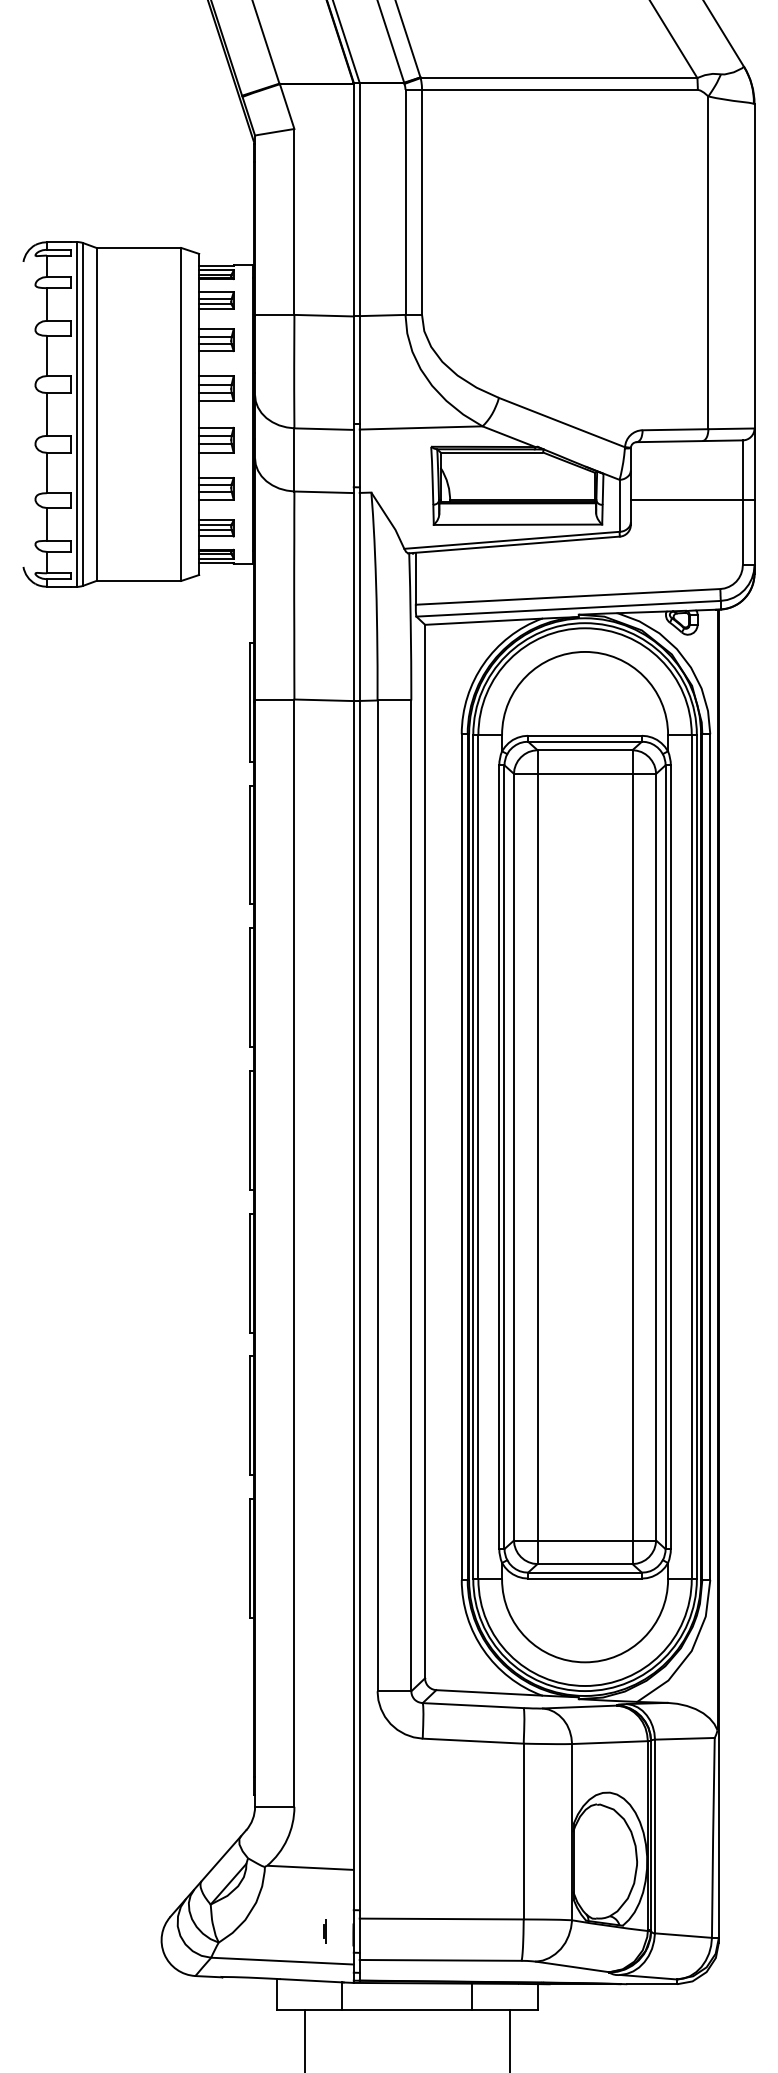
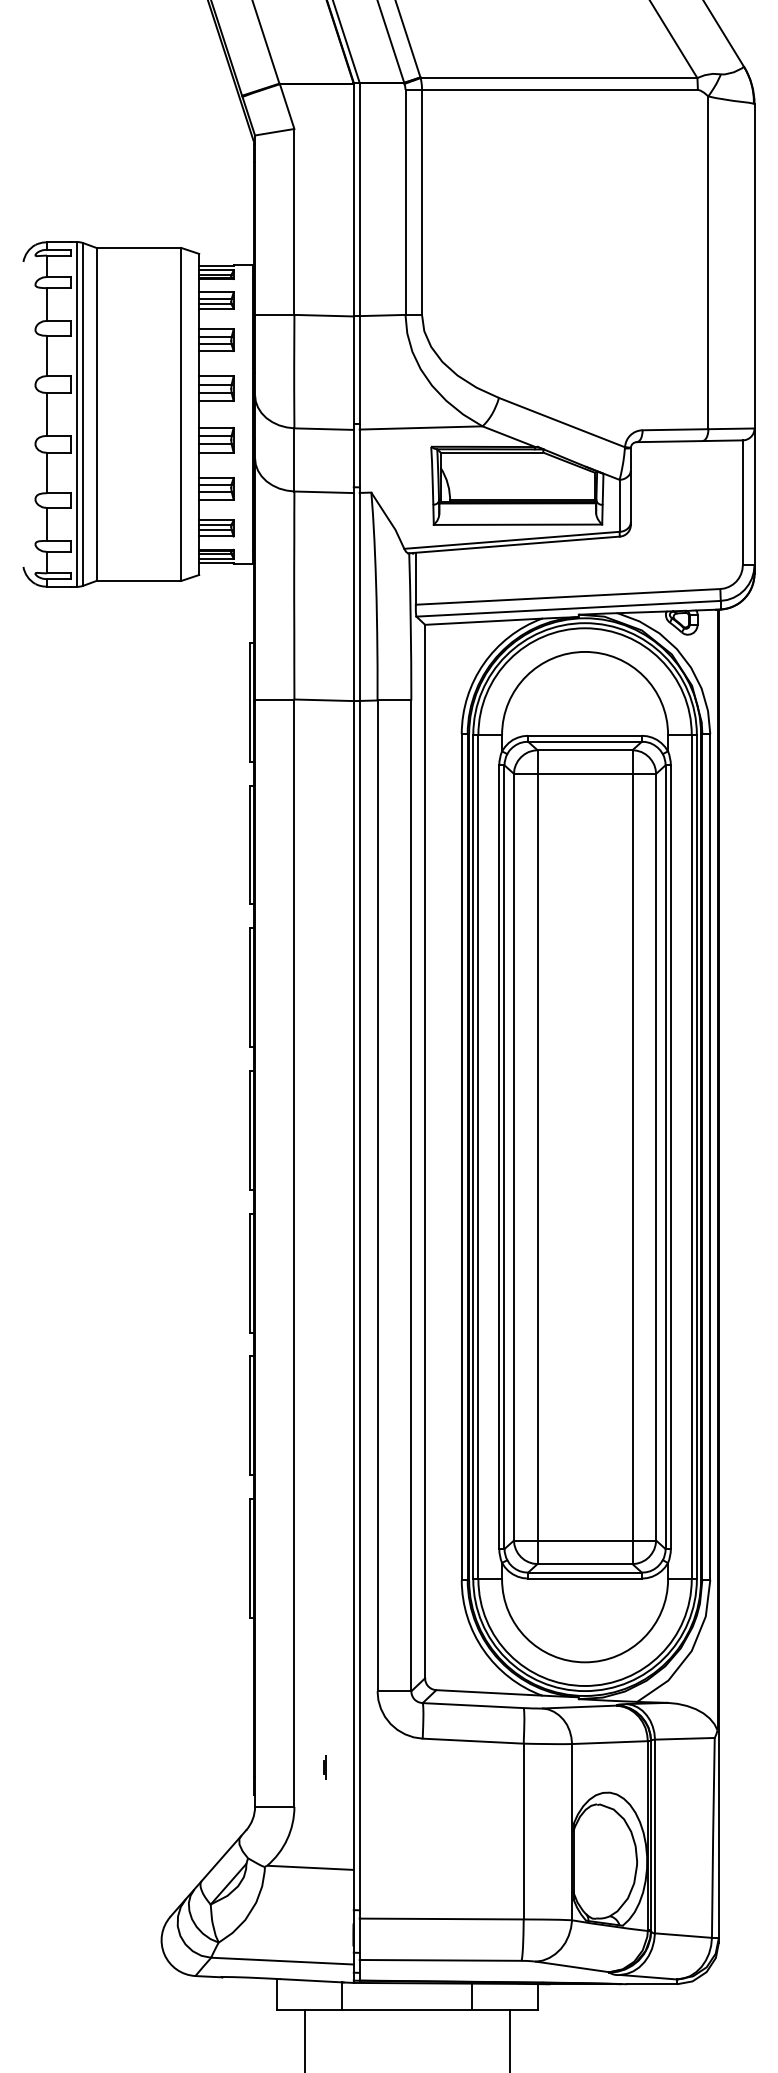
line at (692, 500): present -> none
line at (324, 1931) position: (324, 1931) -> (324, 1767)
